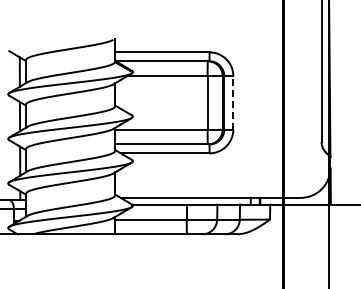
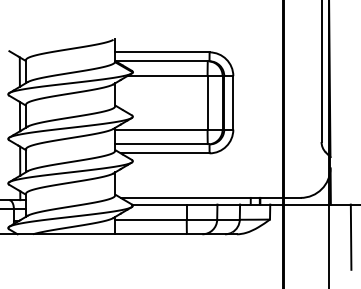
line at (233, 102): dashed -> solid
line at (350, 236): none -> present
